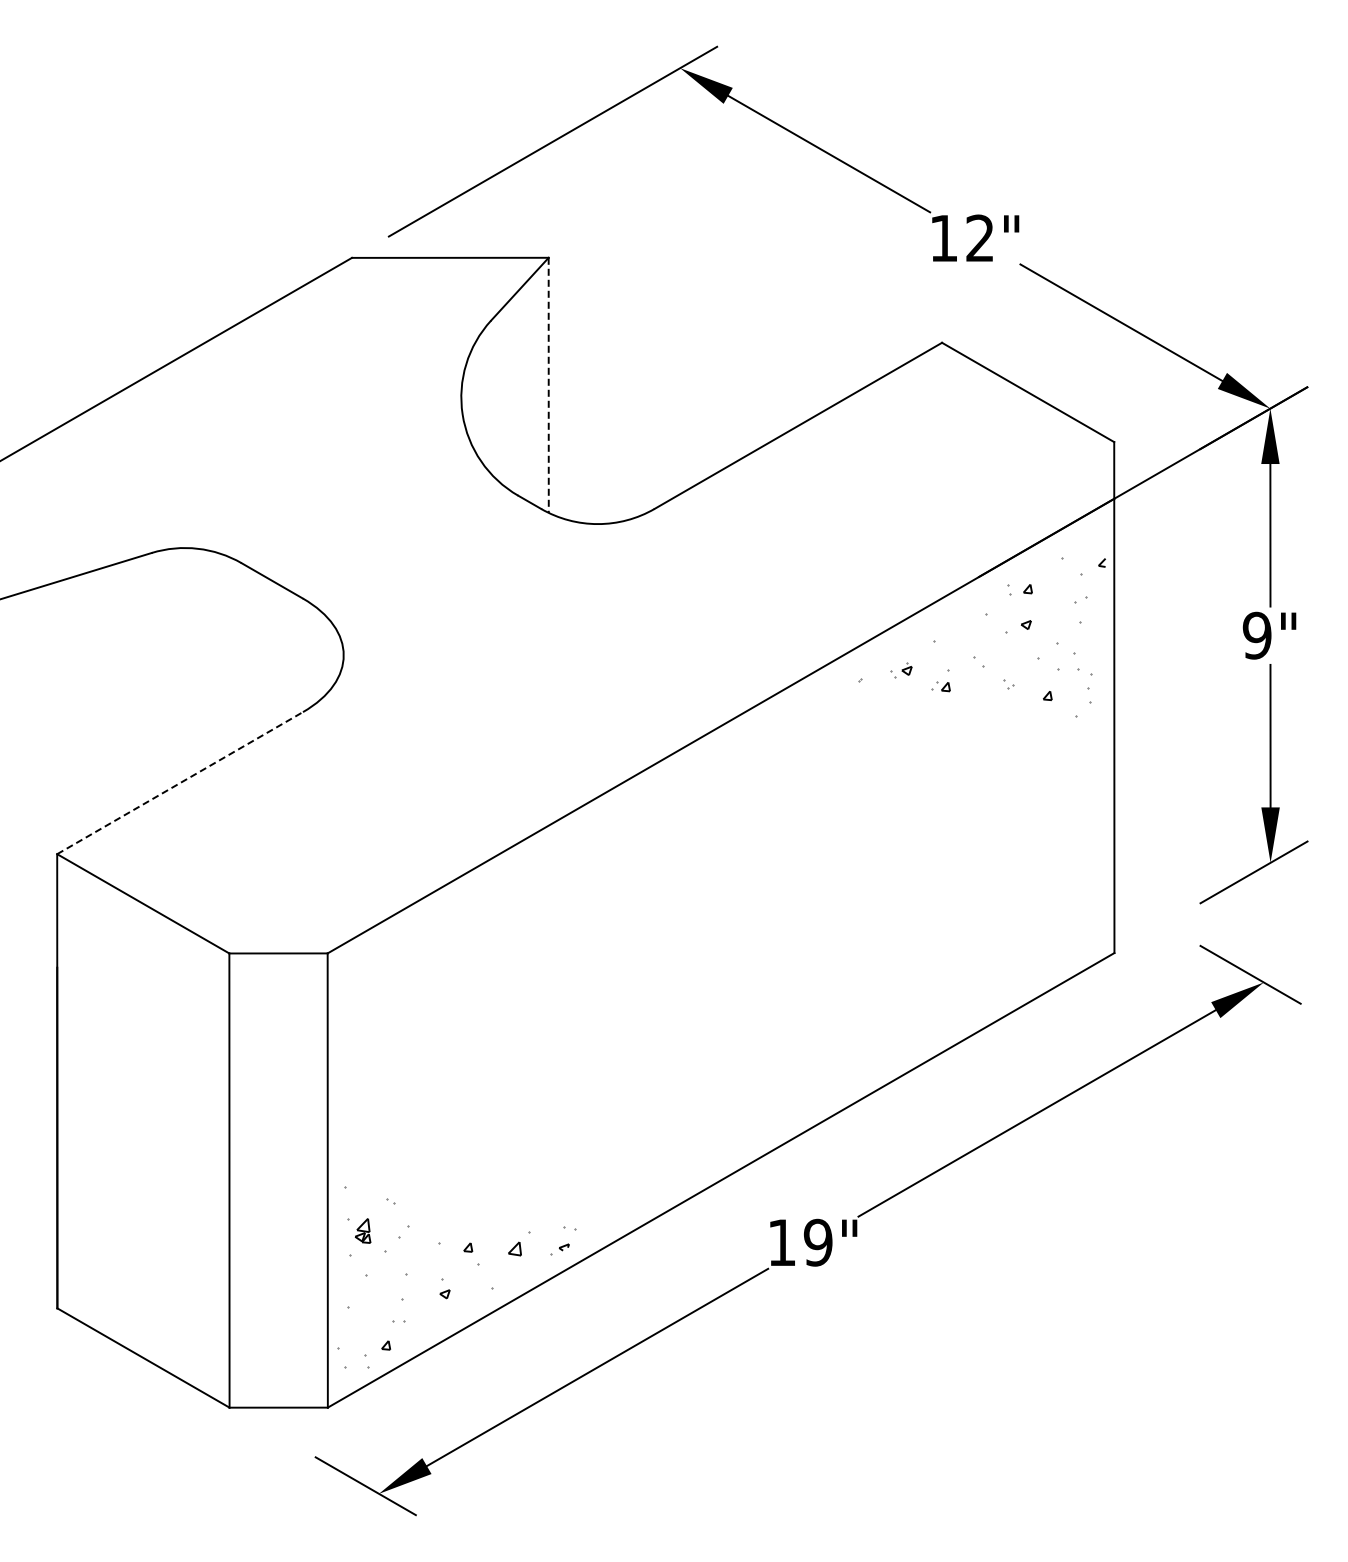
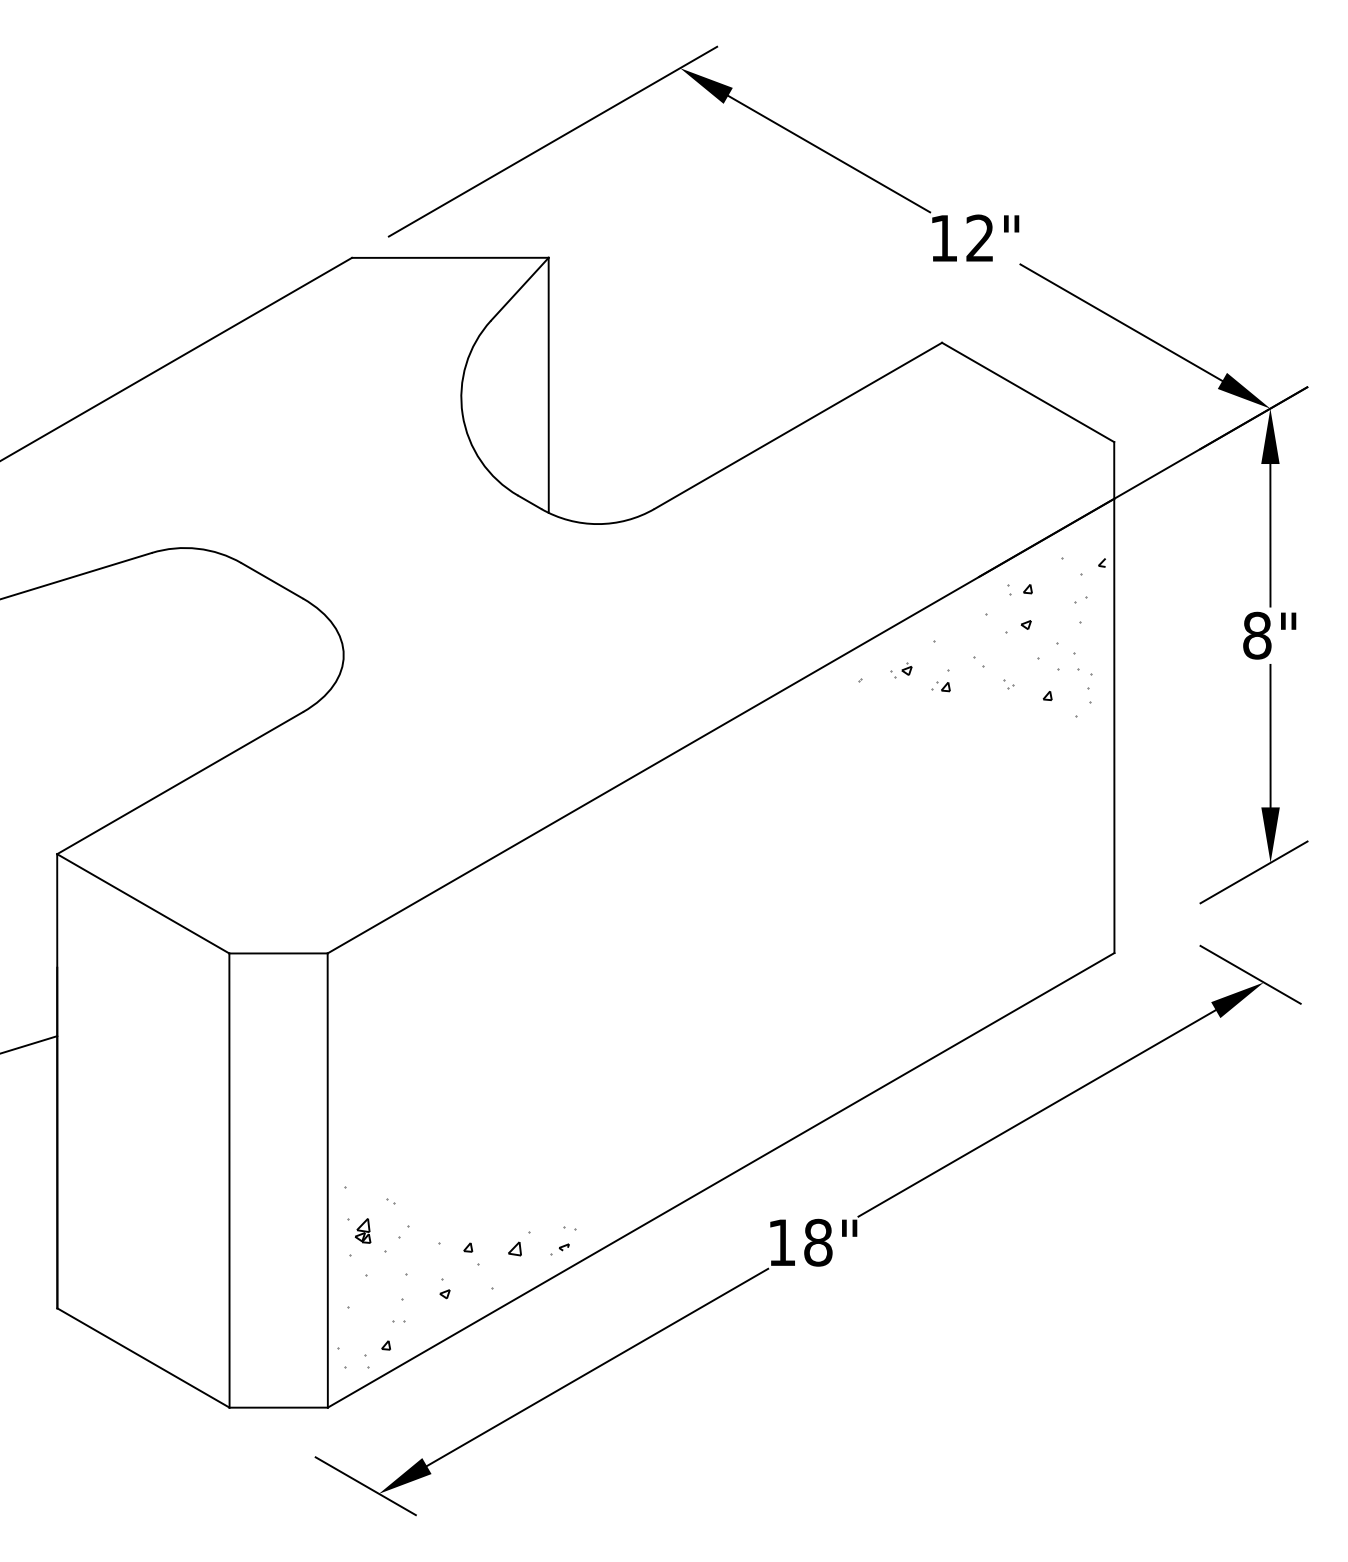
line at (548, 385): dashed -> solid
text at (1256, 635): 9" -> 8"
line at (180, 783): dashed -> solid
line at (29, 1044): none -> present
text at (817, 1242): 19" -> 18"
